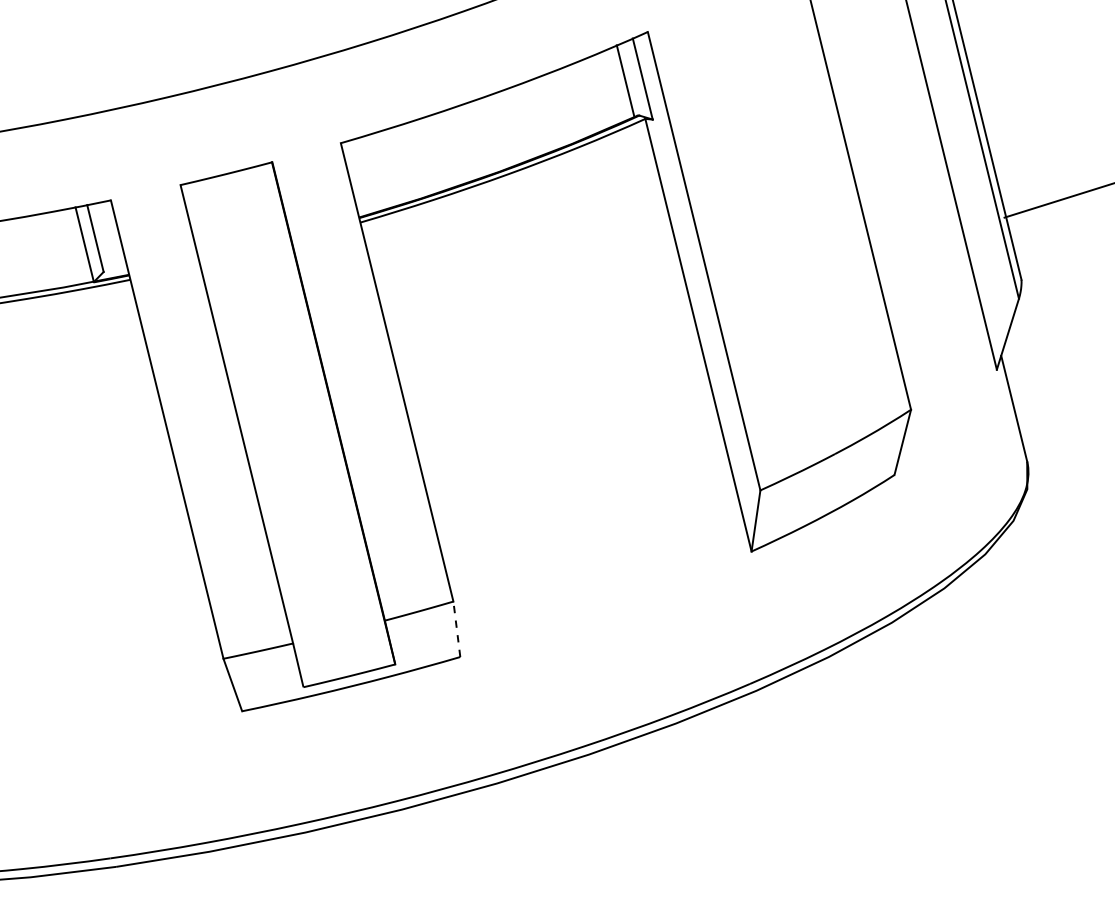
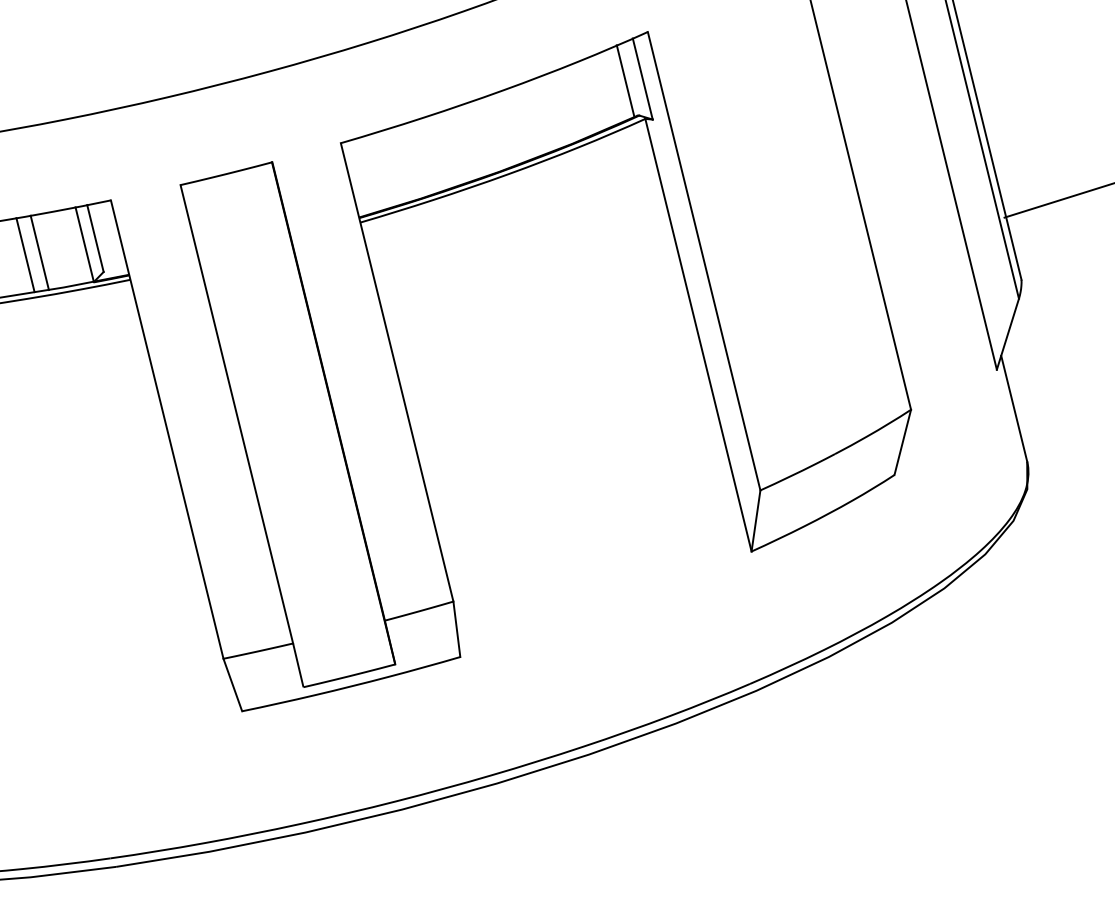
line at (39, 252): none -> present
line at (25, 255): none -> present
line at (456, 629): dashed -> solid
